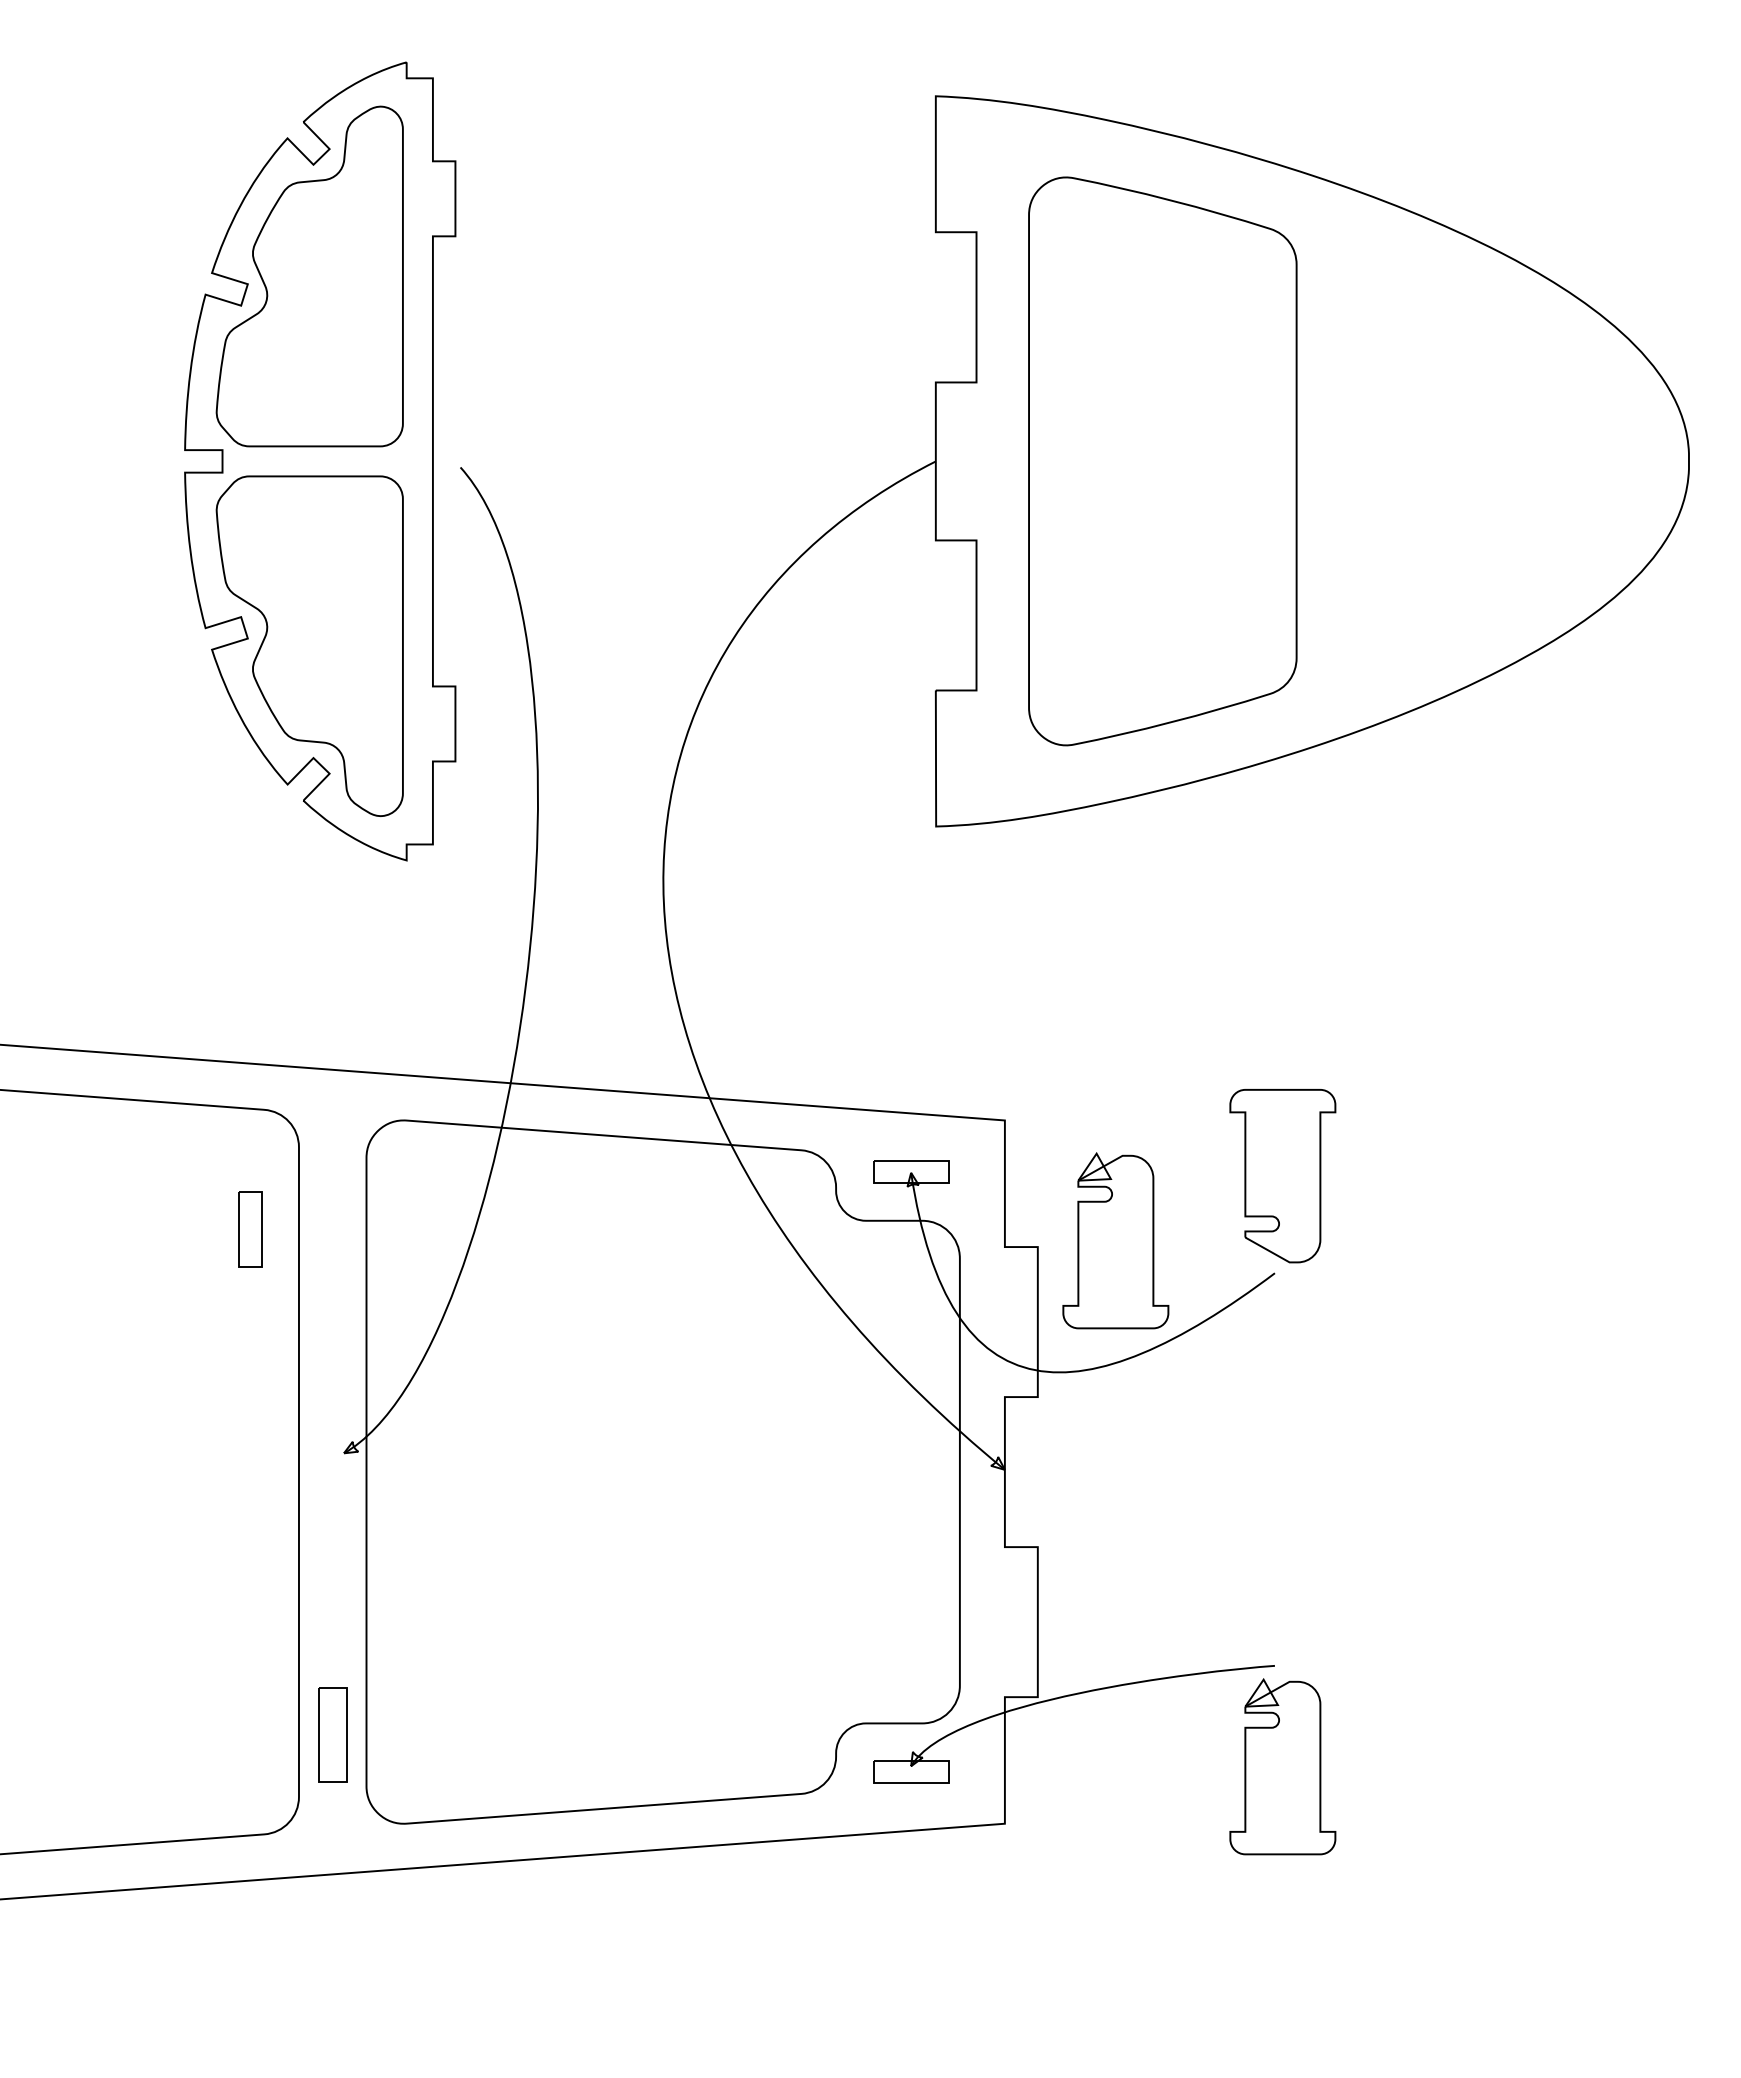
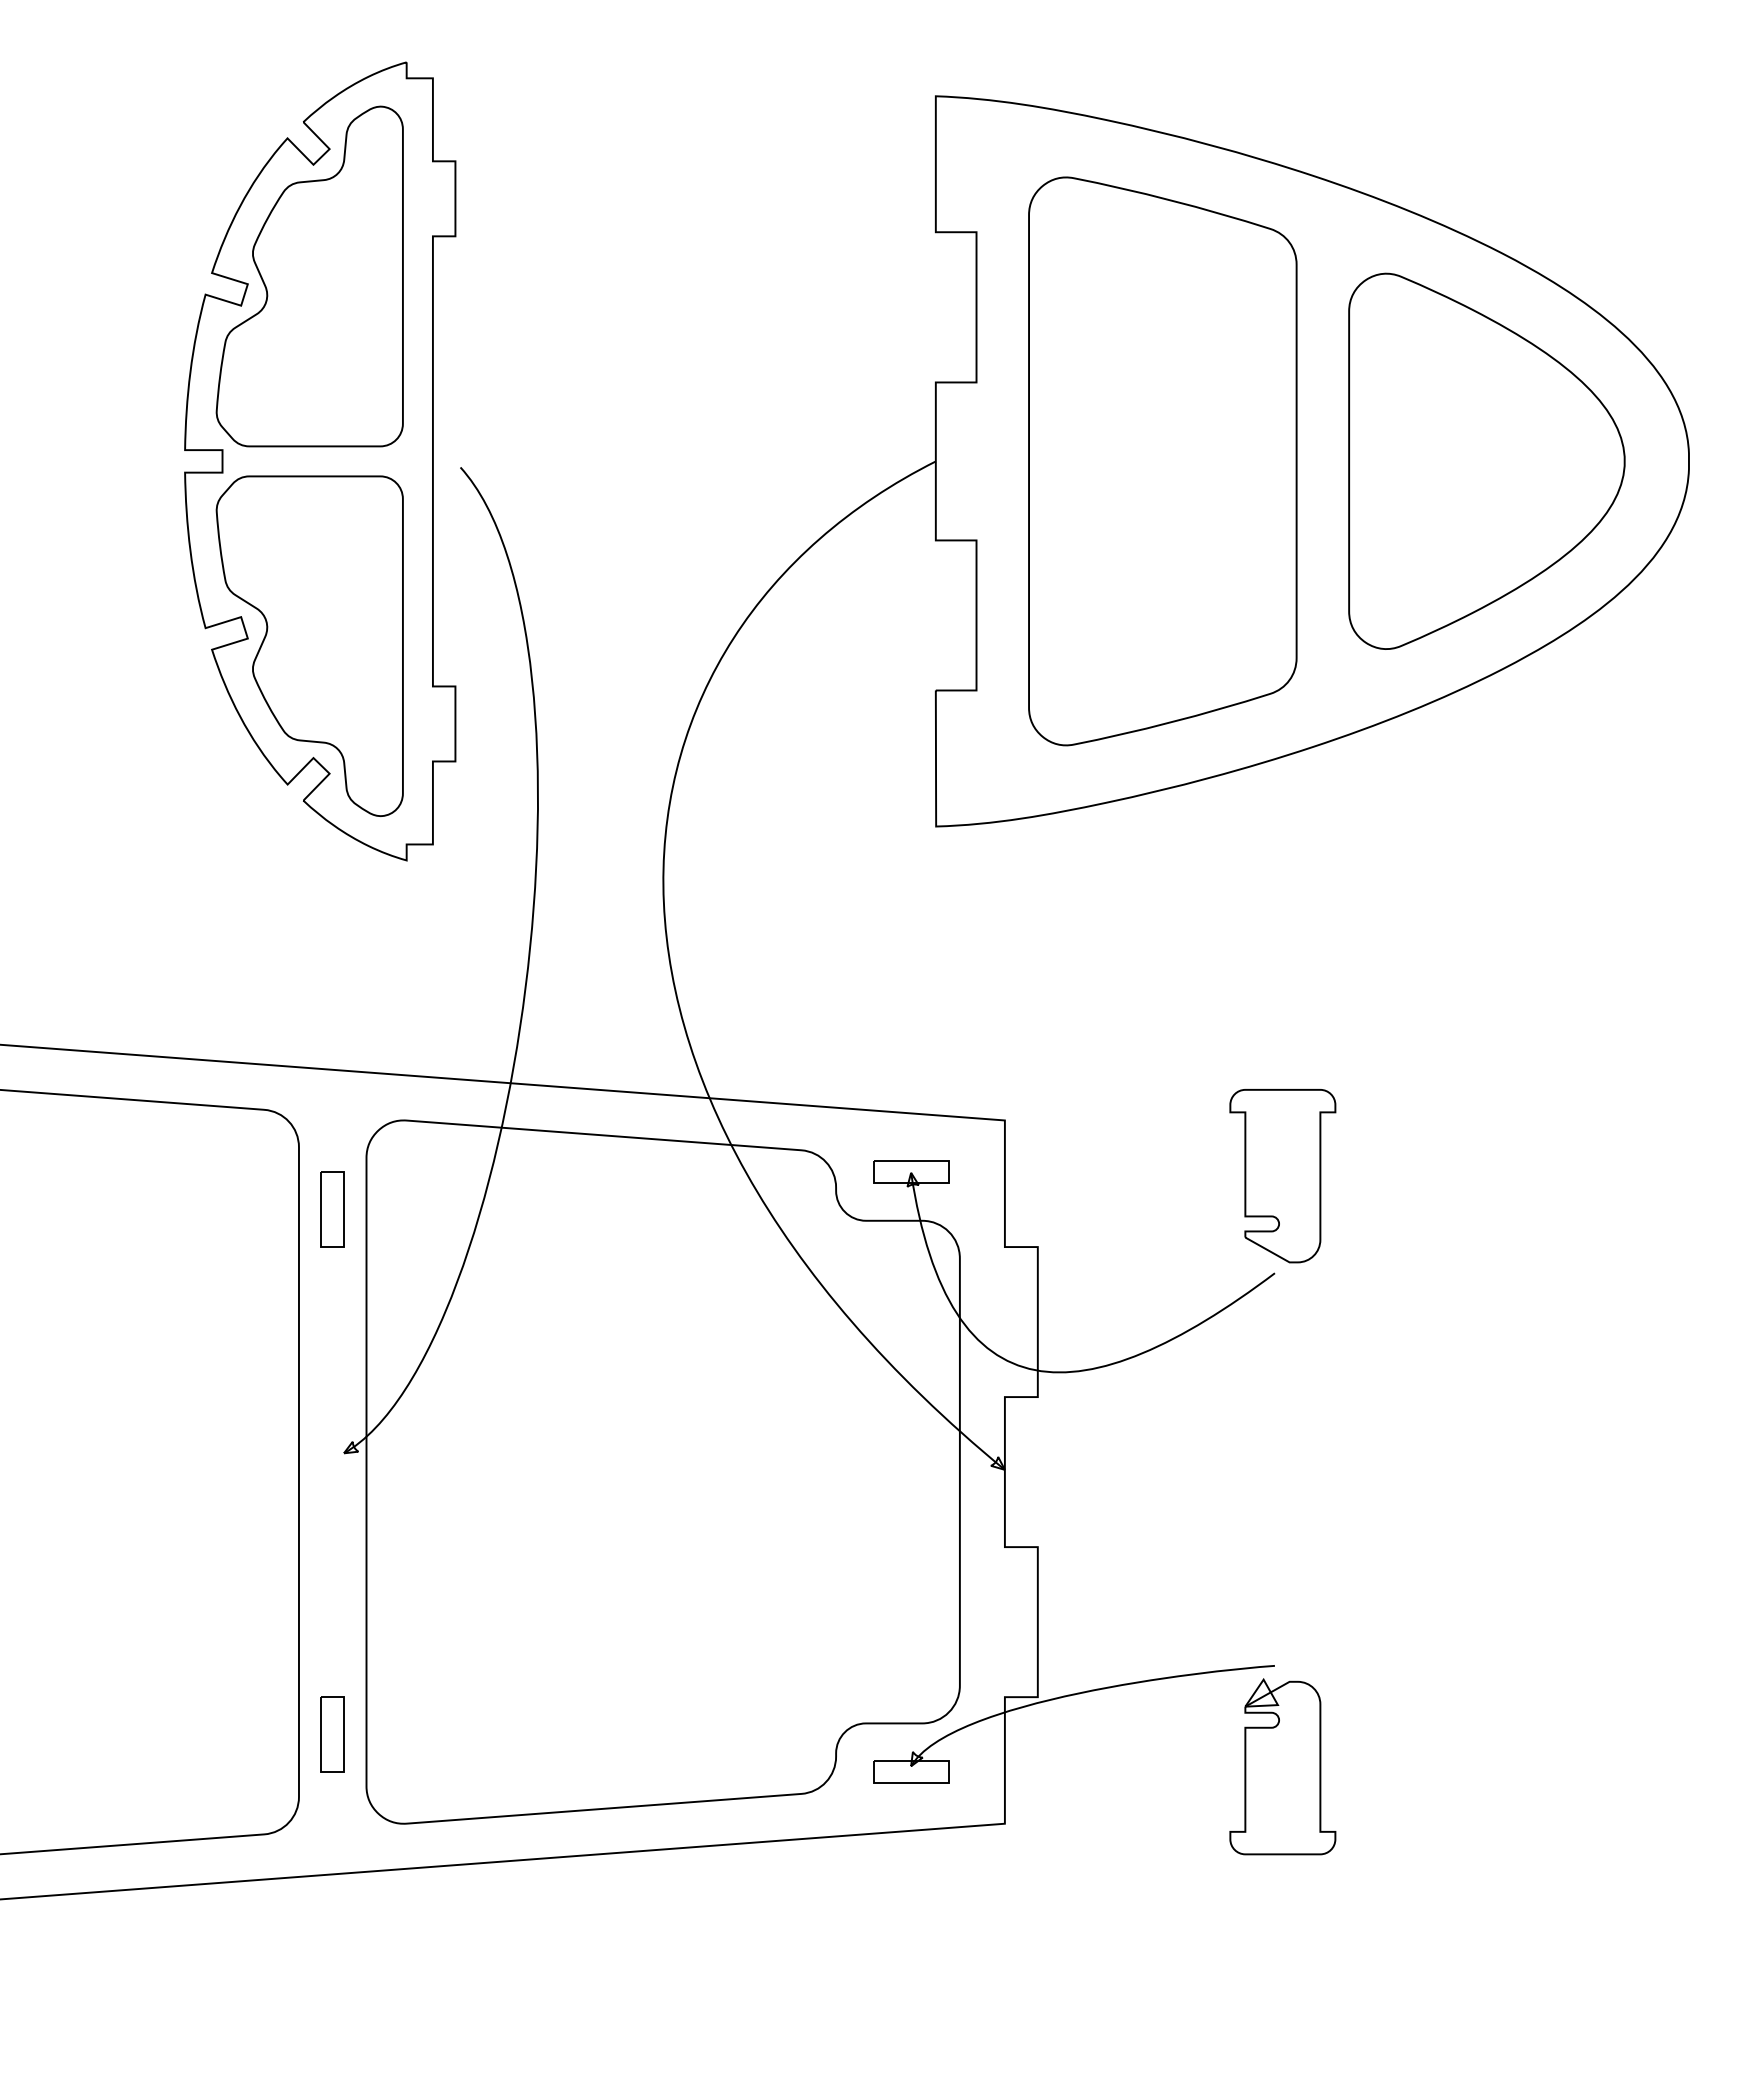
part at (1486, 460): none -> present
part at (250, 1229) position: (250, 1229) -> (332, 1209)
part at (1115, 1240): present -> none
part at (332, 1734) size: 30x96 px -> 25x77 px
